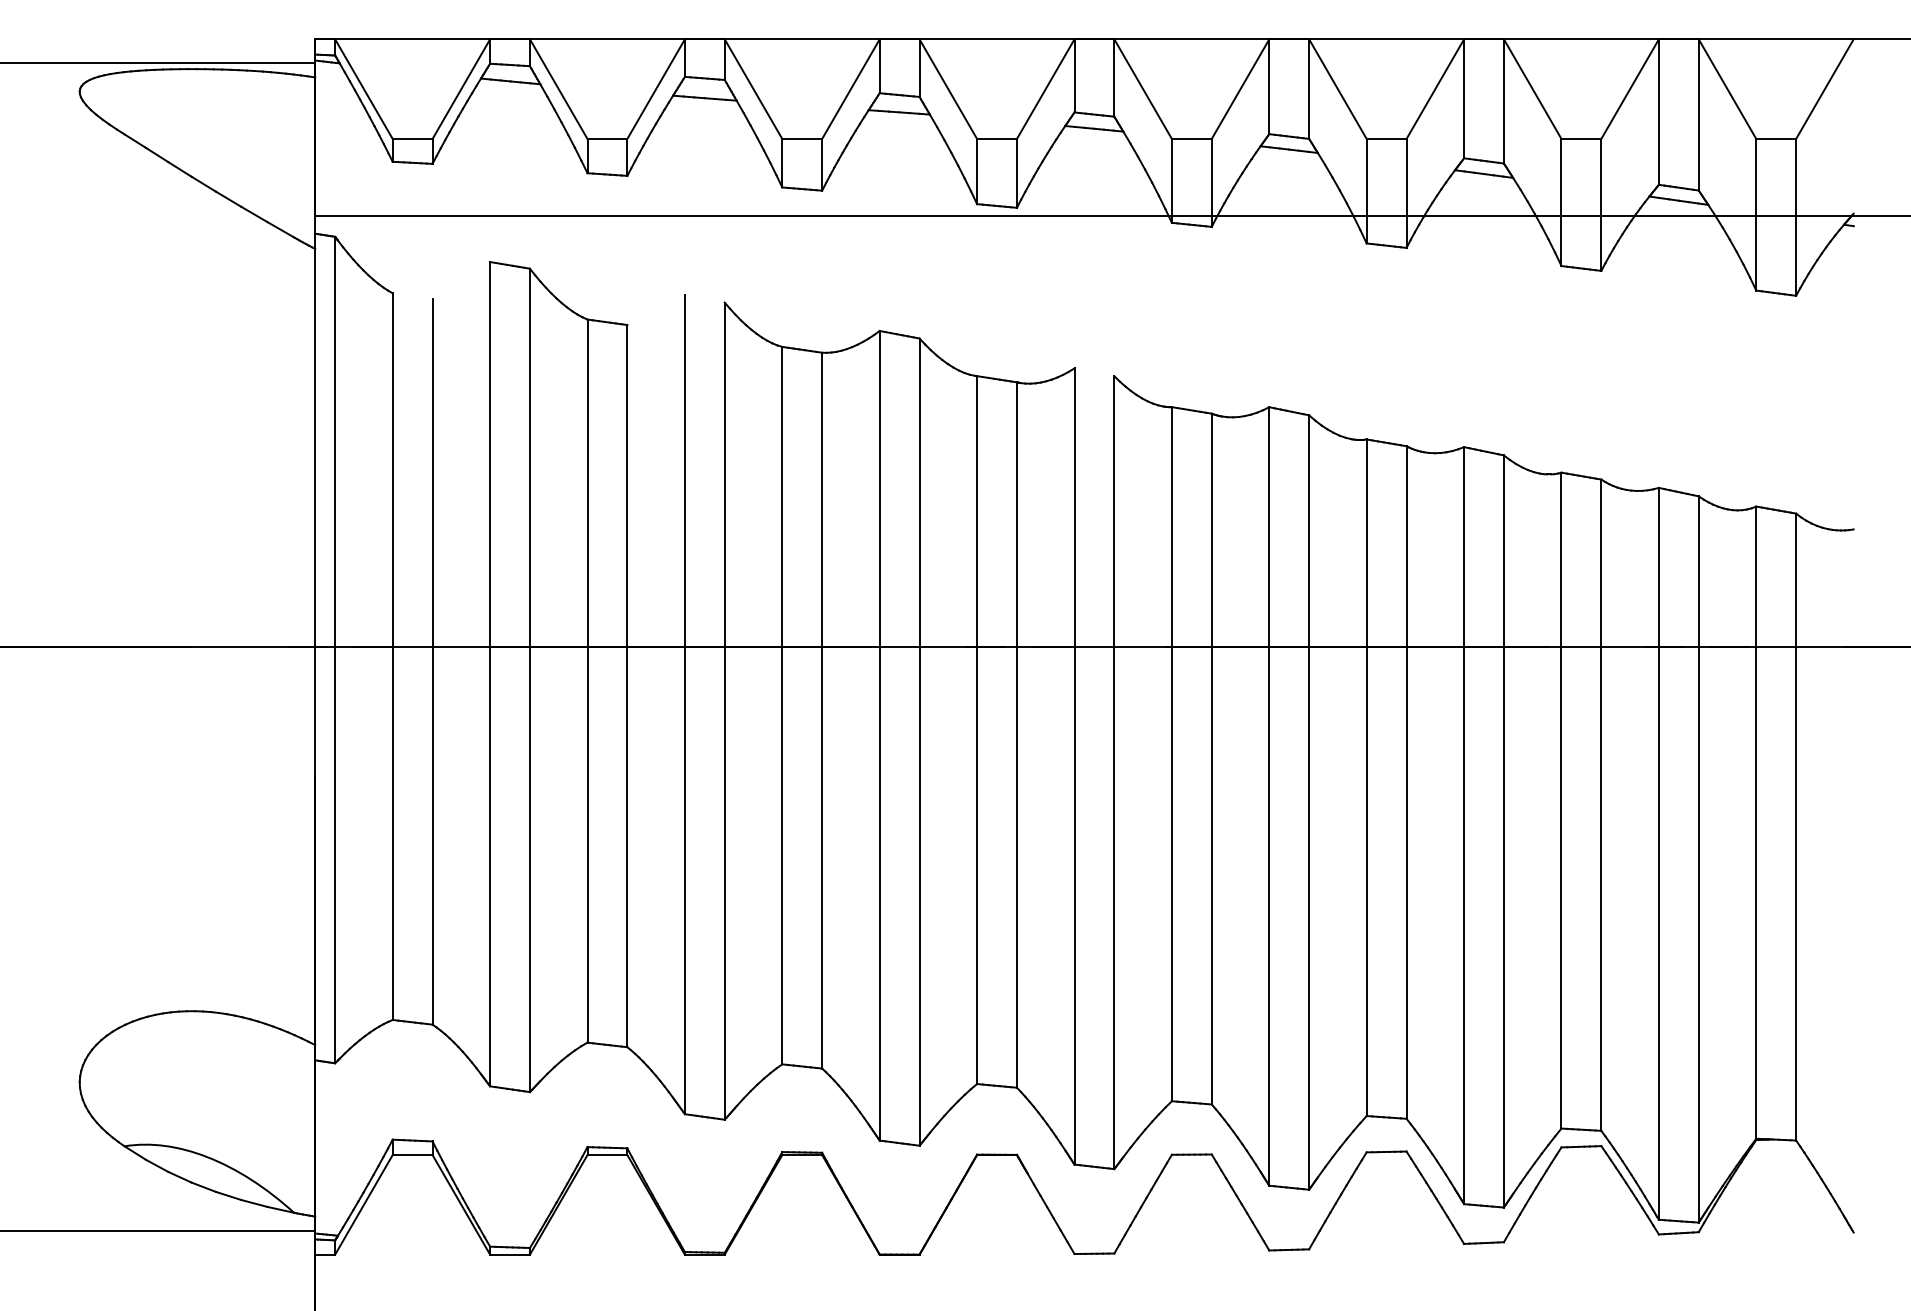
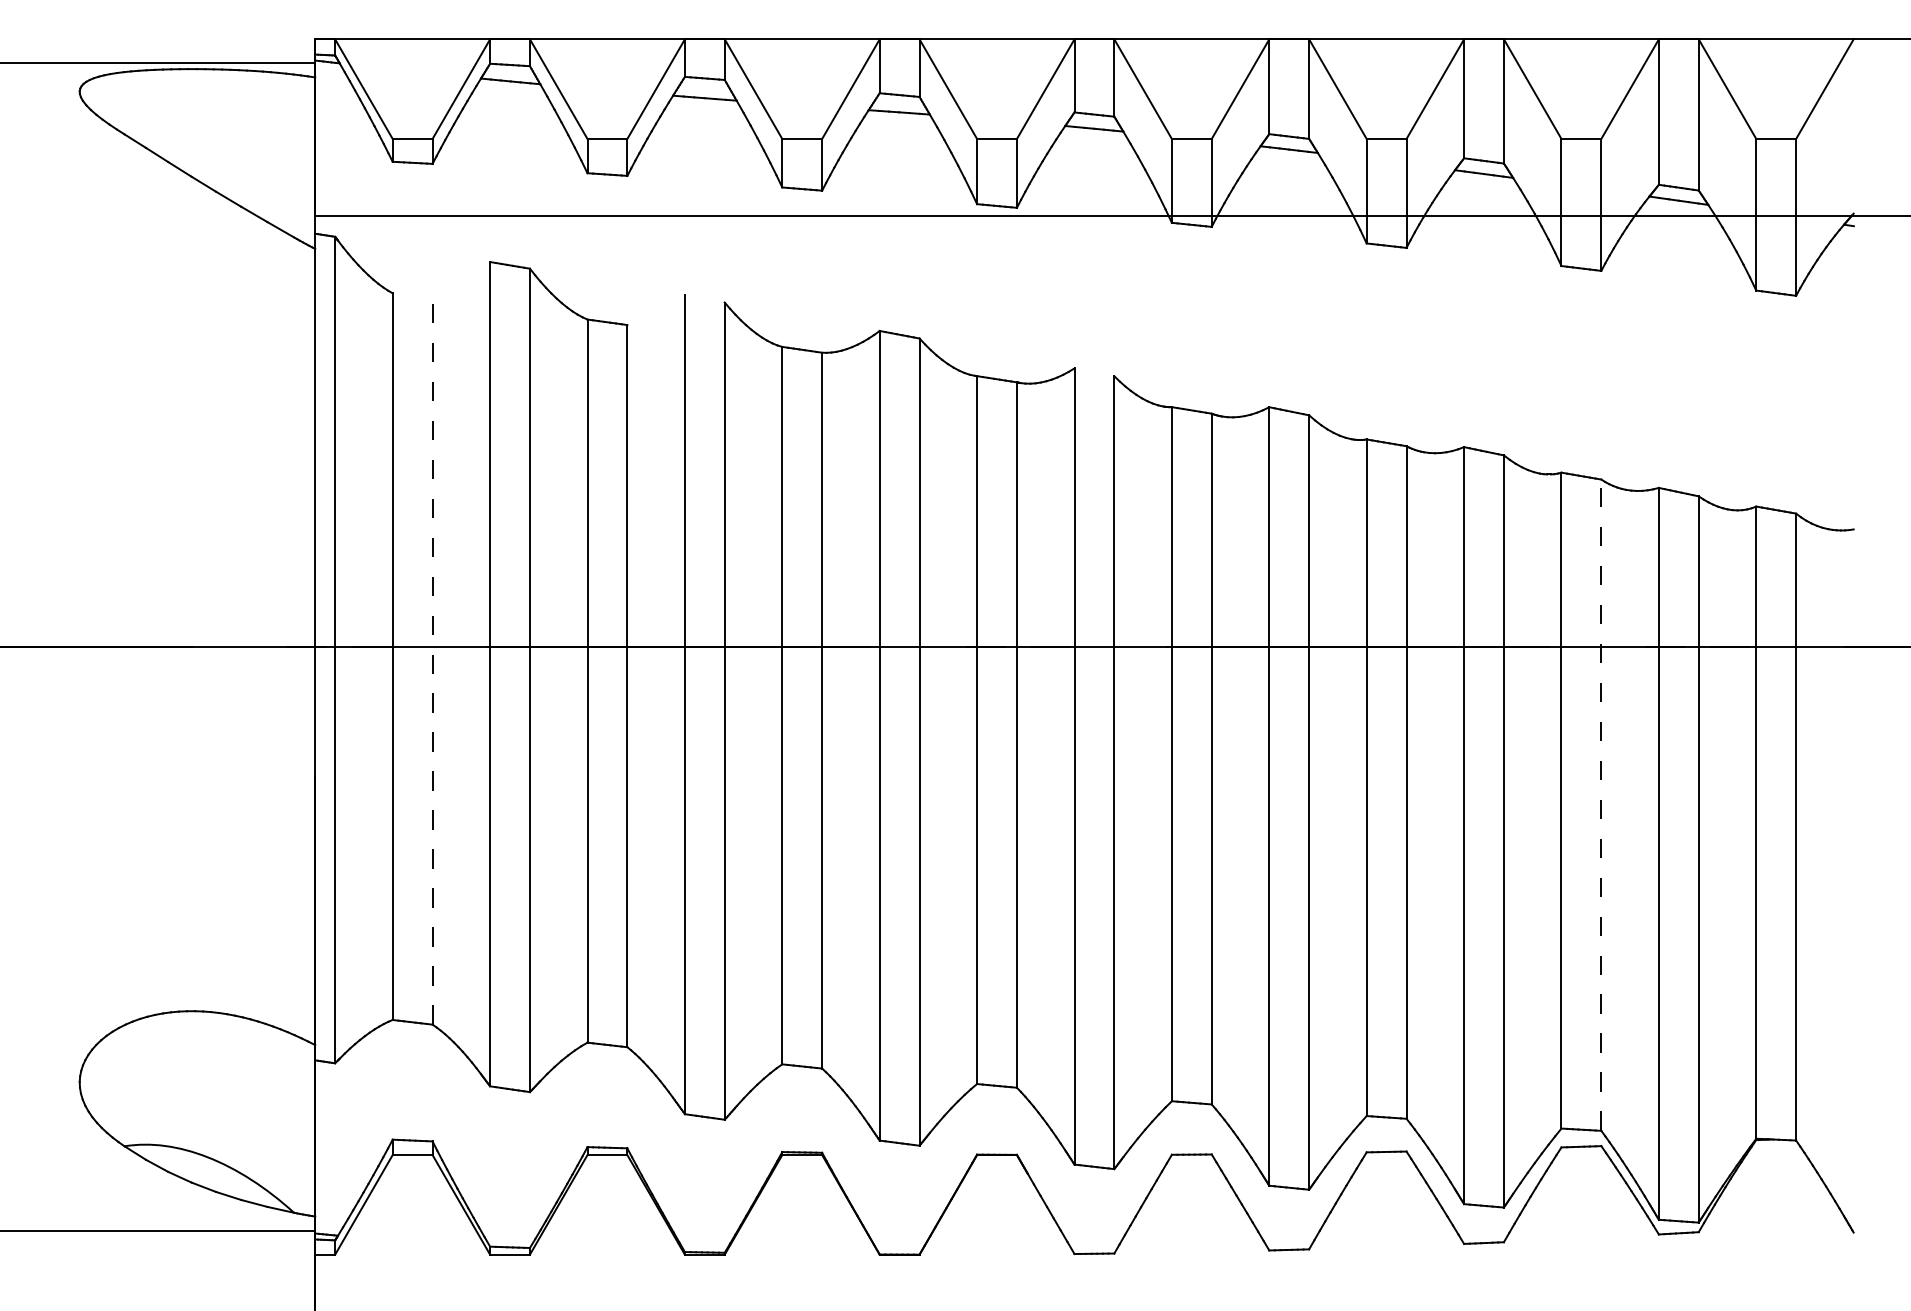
line at (432, 661): solid -> dashed
line at (1601, 805): solid -> dashed
